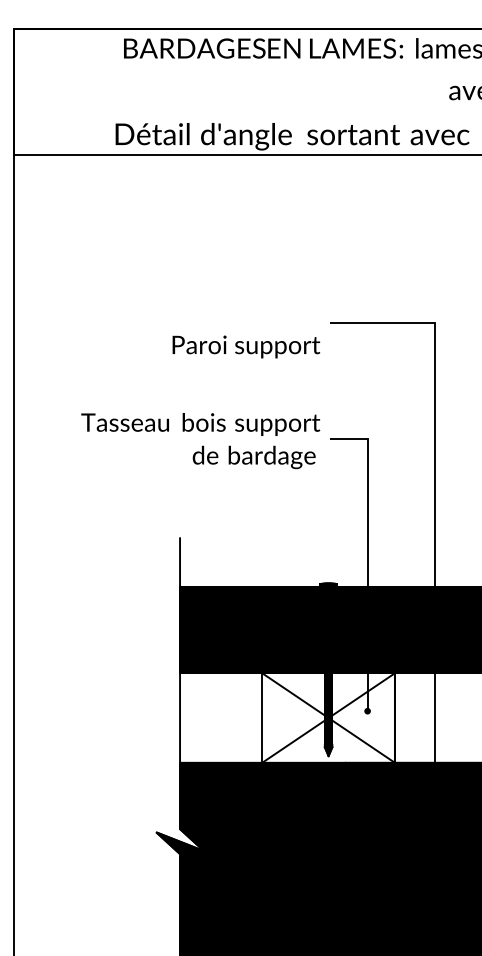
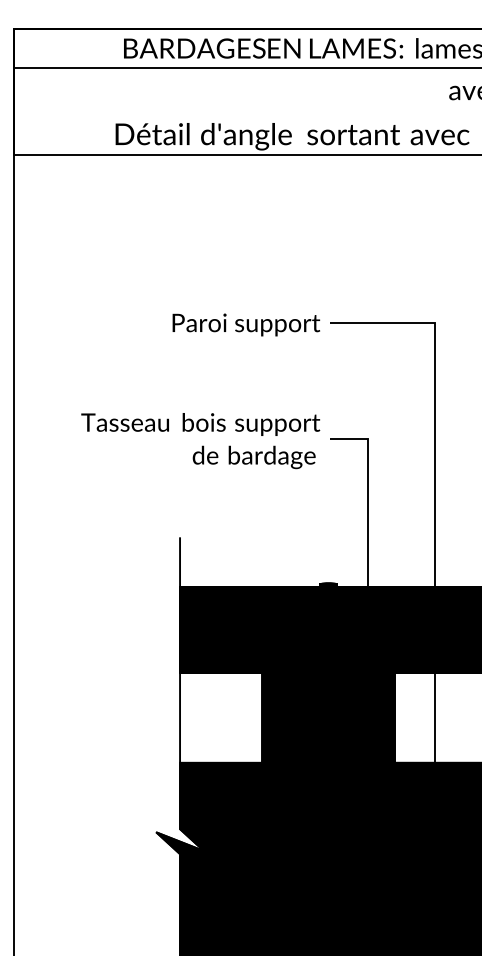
line at (246, 68): none -> present
text at (246, 346) position: (246, 346) -> (246, 324)
fill at (328, 717): none -> present
